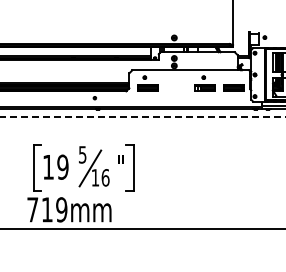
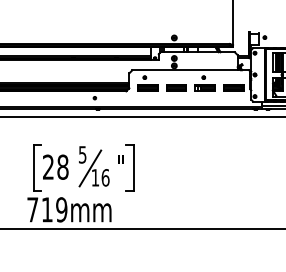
part at (176, 87): none -> present
line at (143, 116): dashed -> solid
text at (55, 166): 19 -> 28
